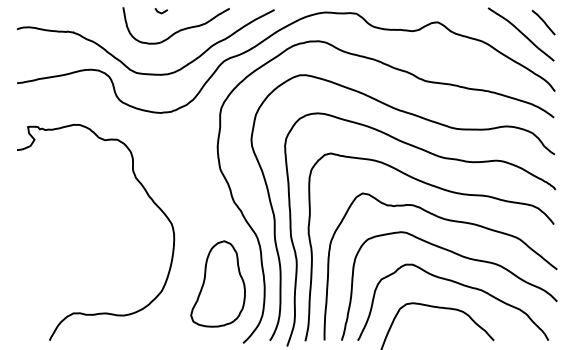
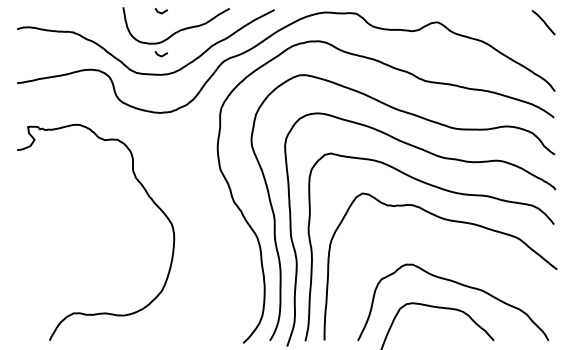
curve at (520, 33): present -> none
line at (159, 54): none -> present
curve at (459, 256): present -> none
part at (217, 283): present -> none
